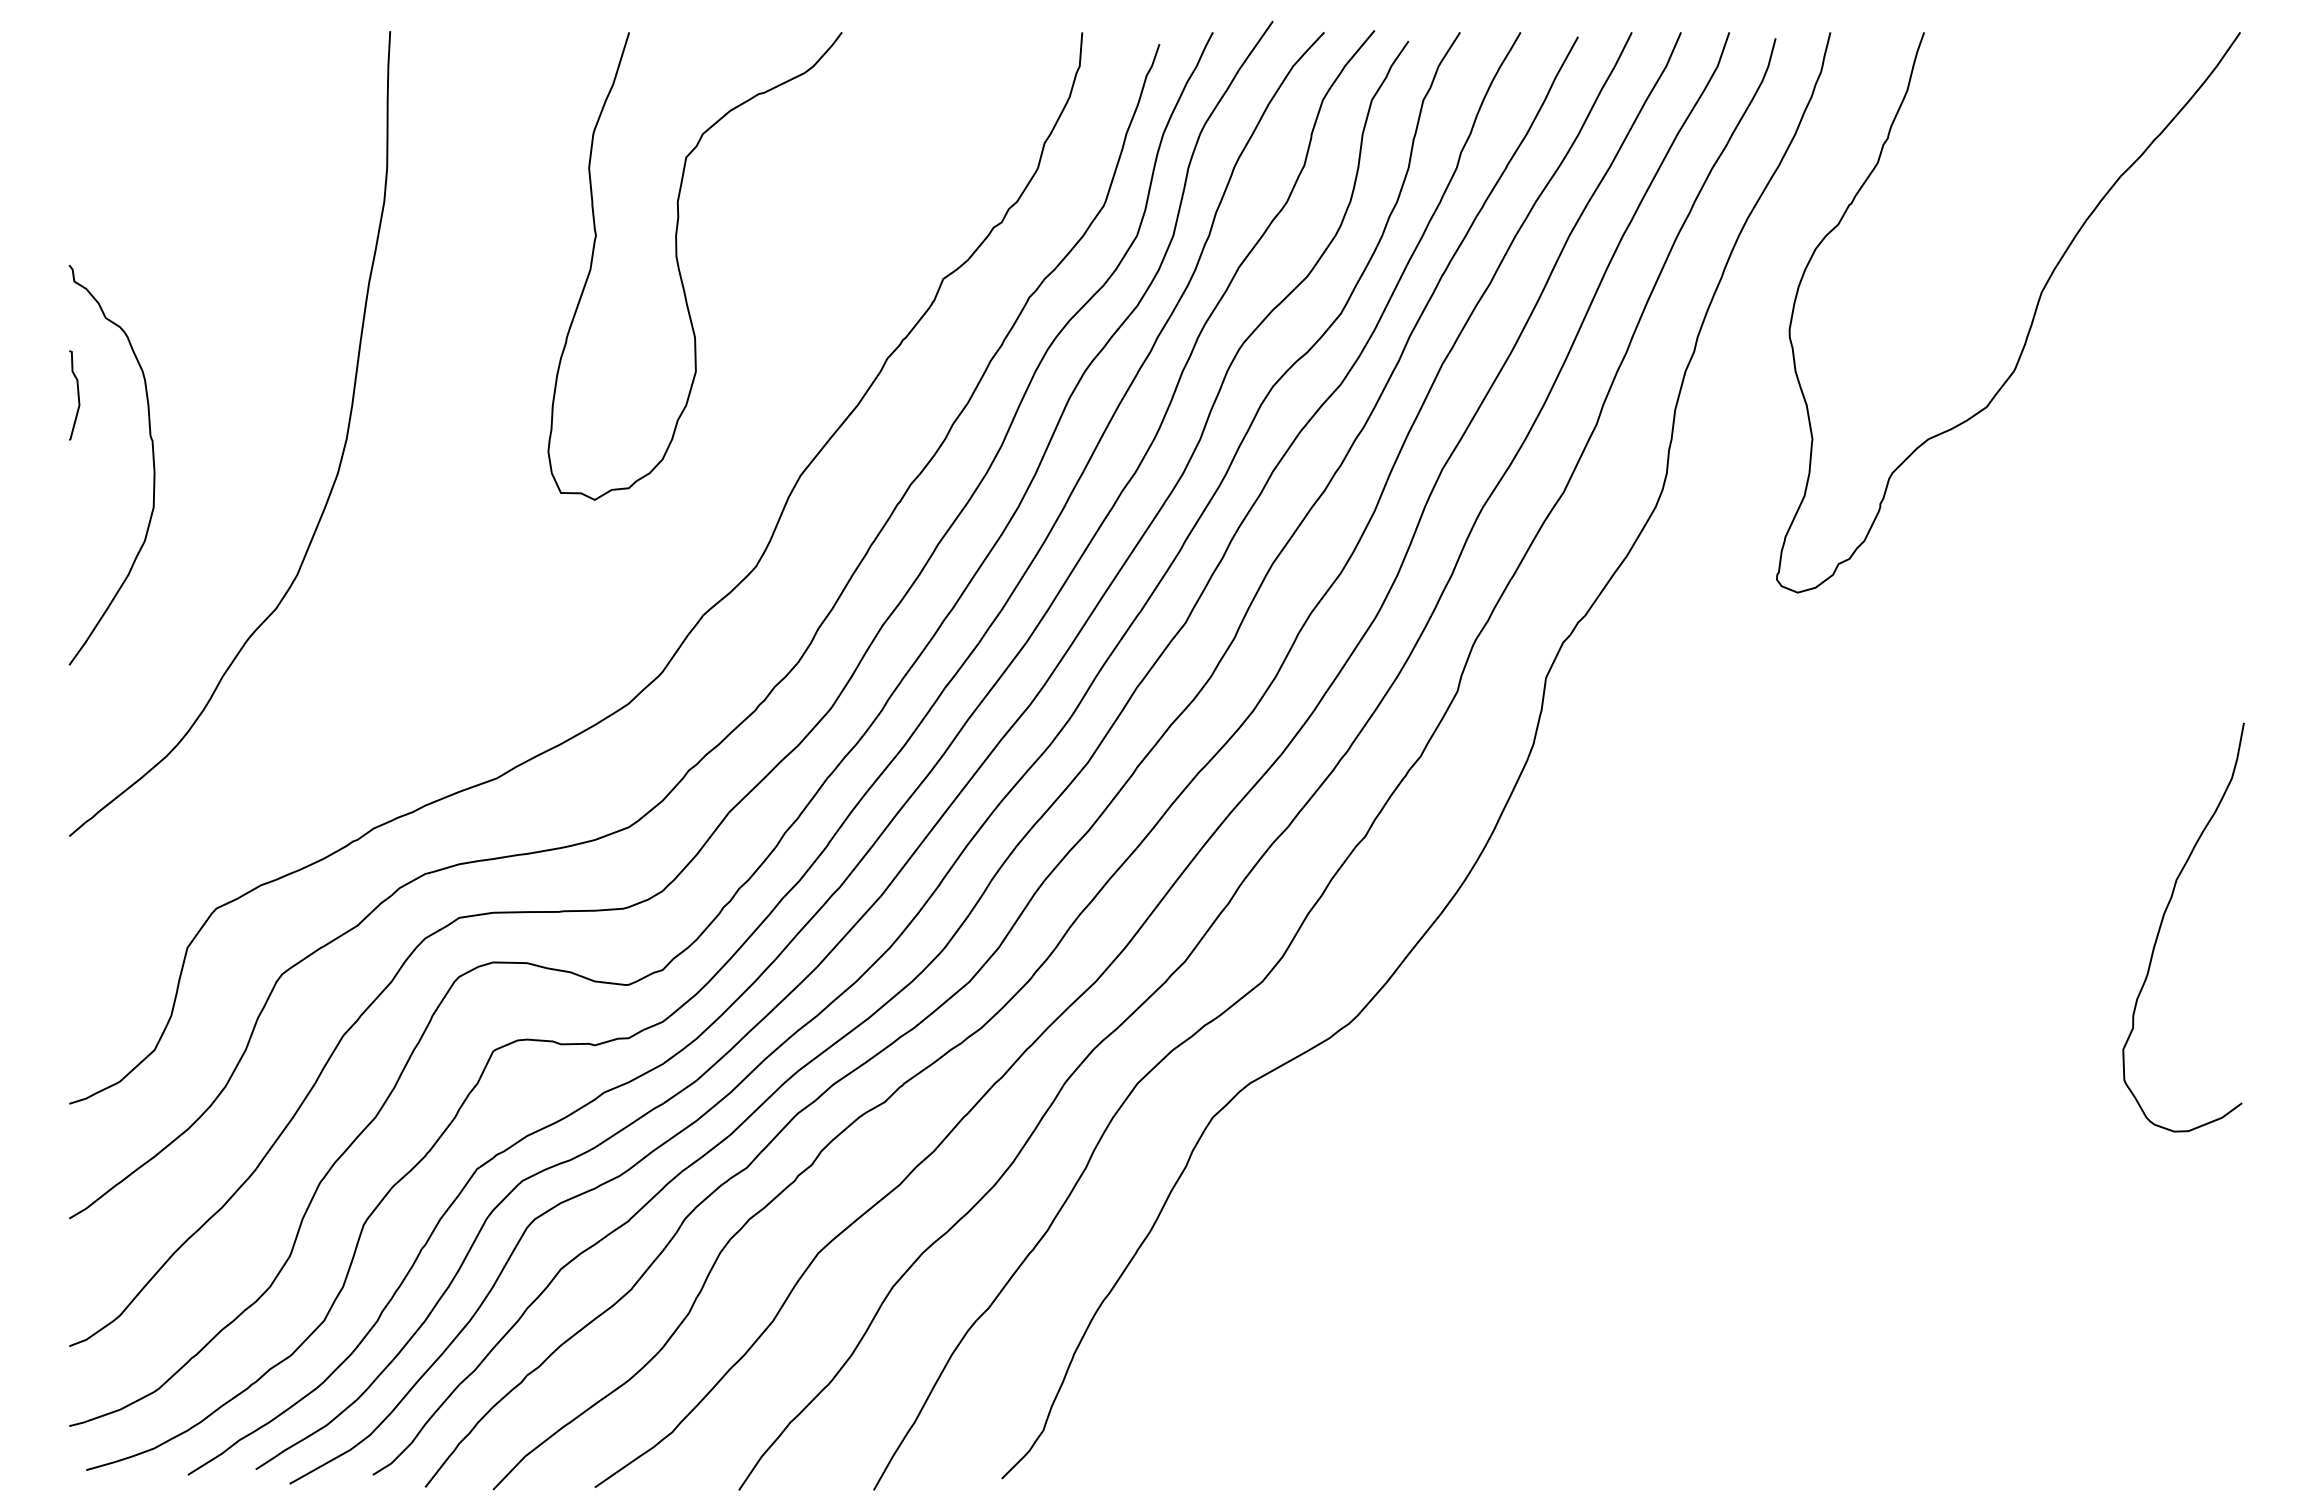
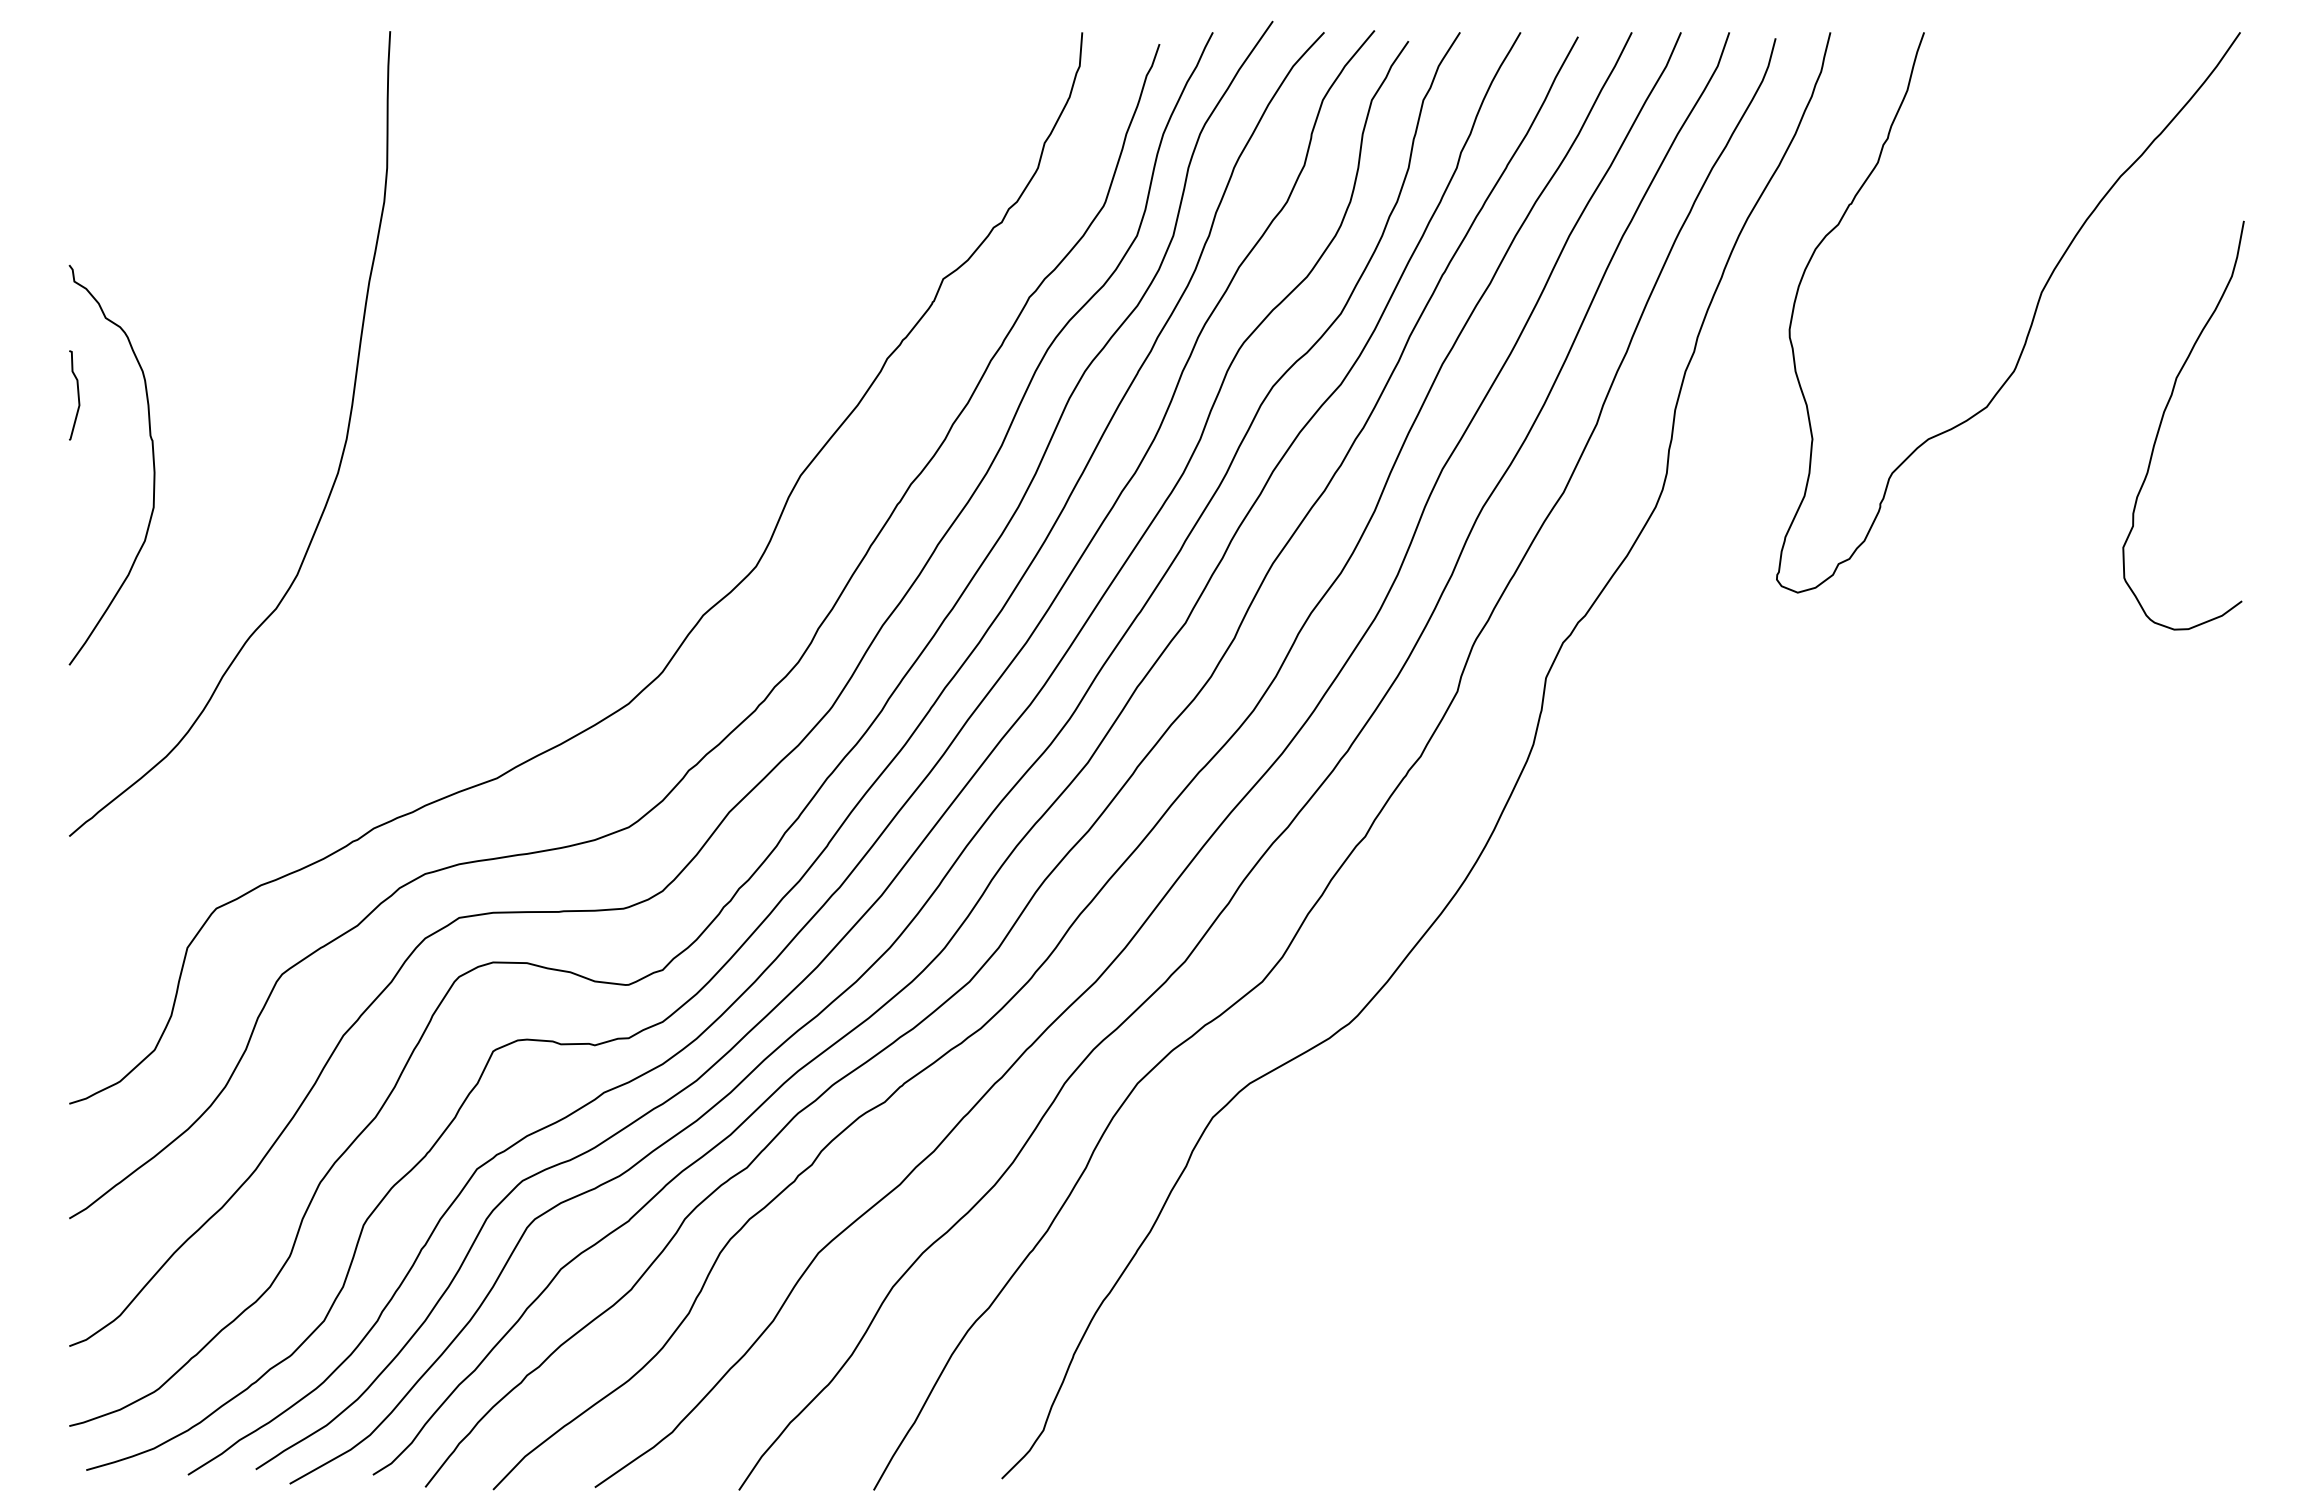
curve at (680, 270): present -> none
curve at (2163, 920) position: (2163, 920) -> (2163, 418)
